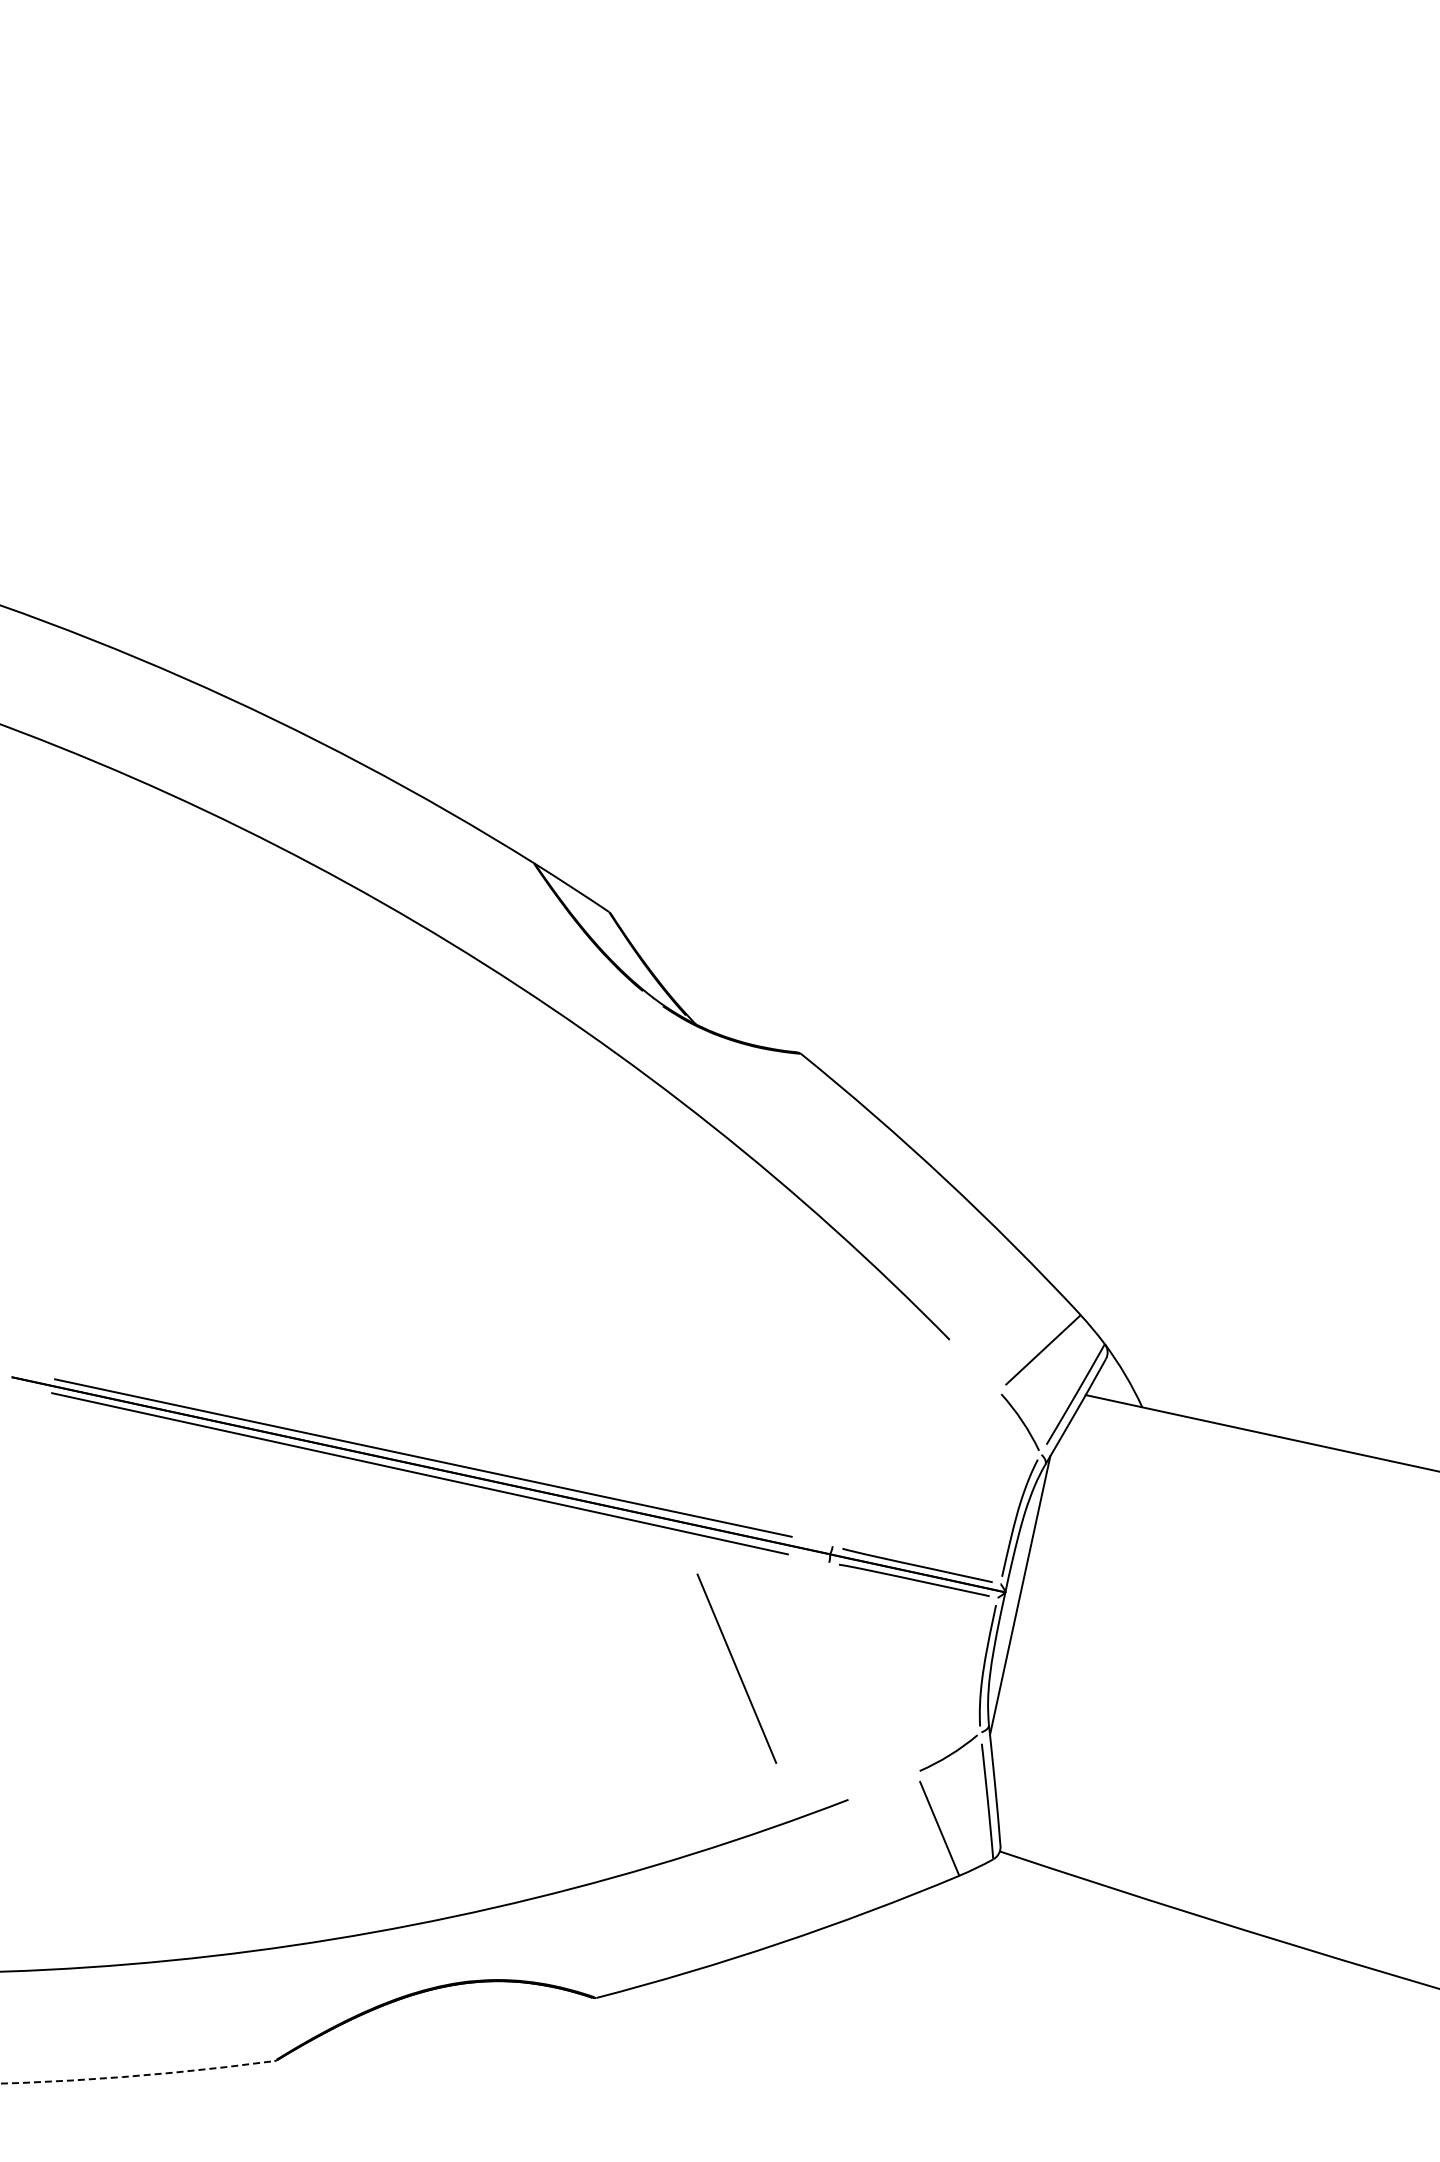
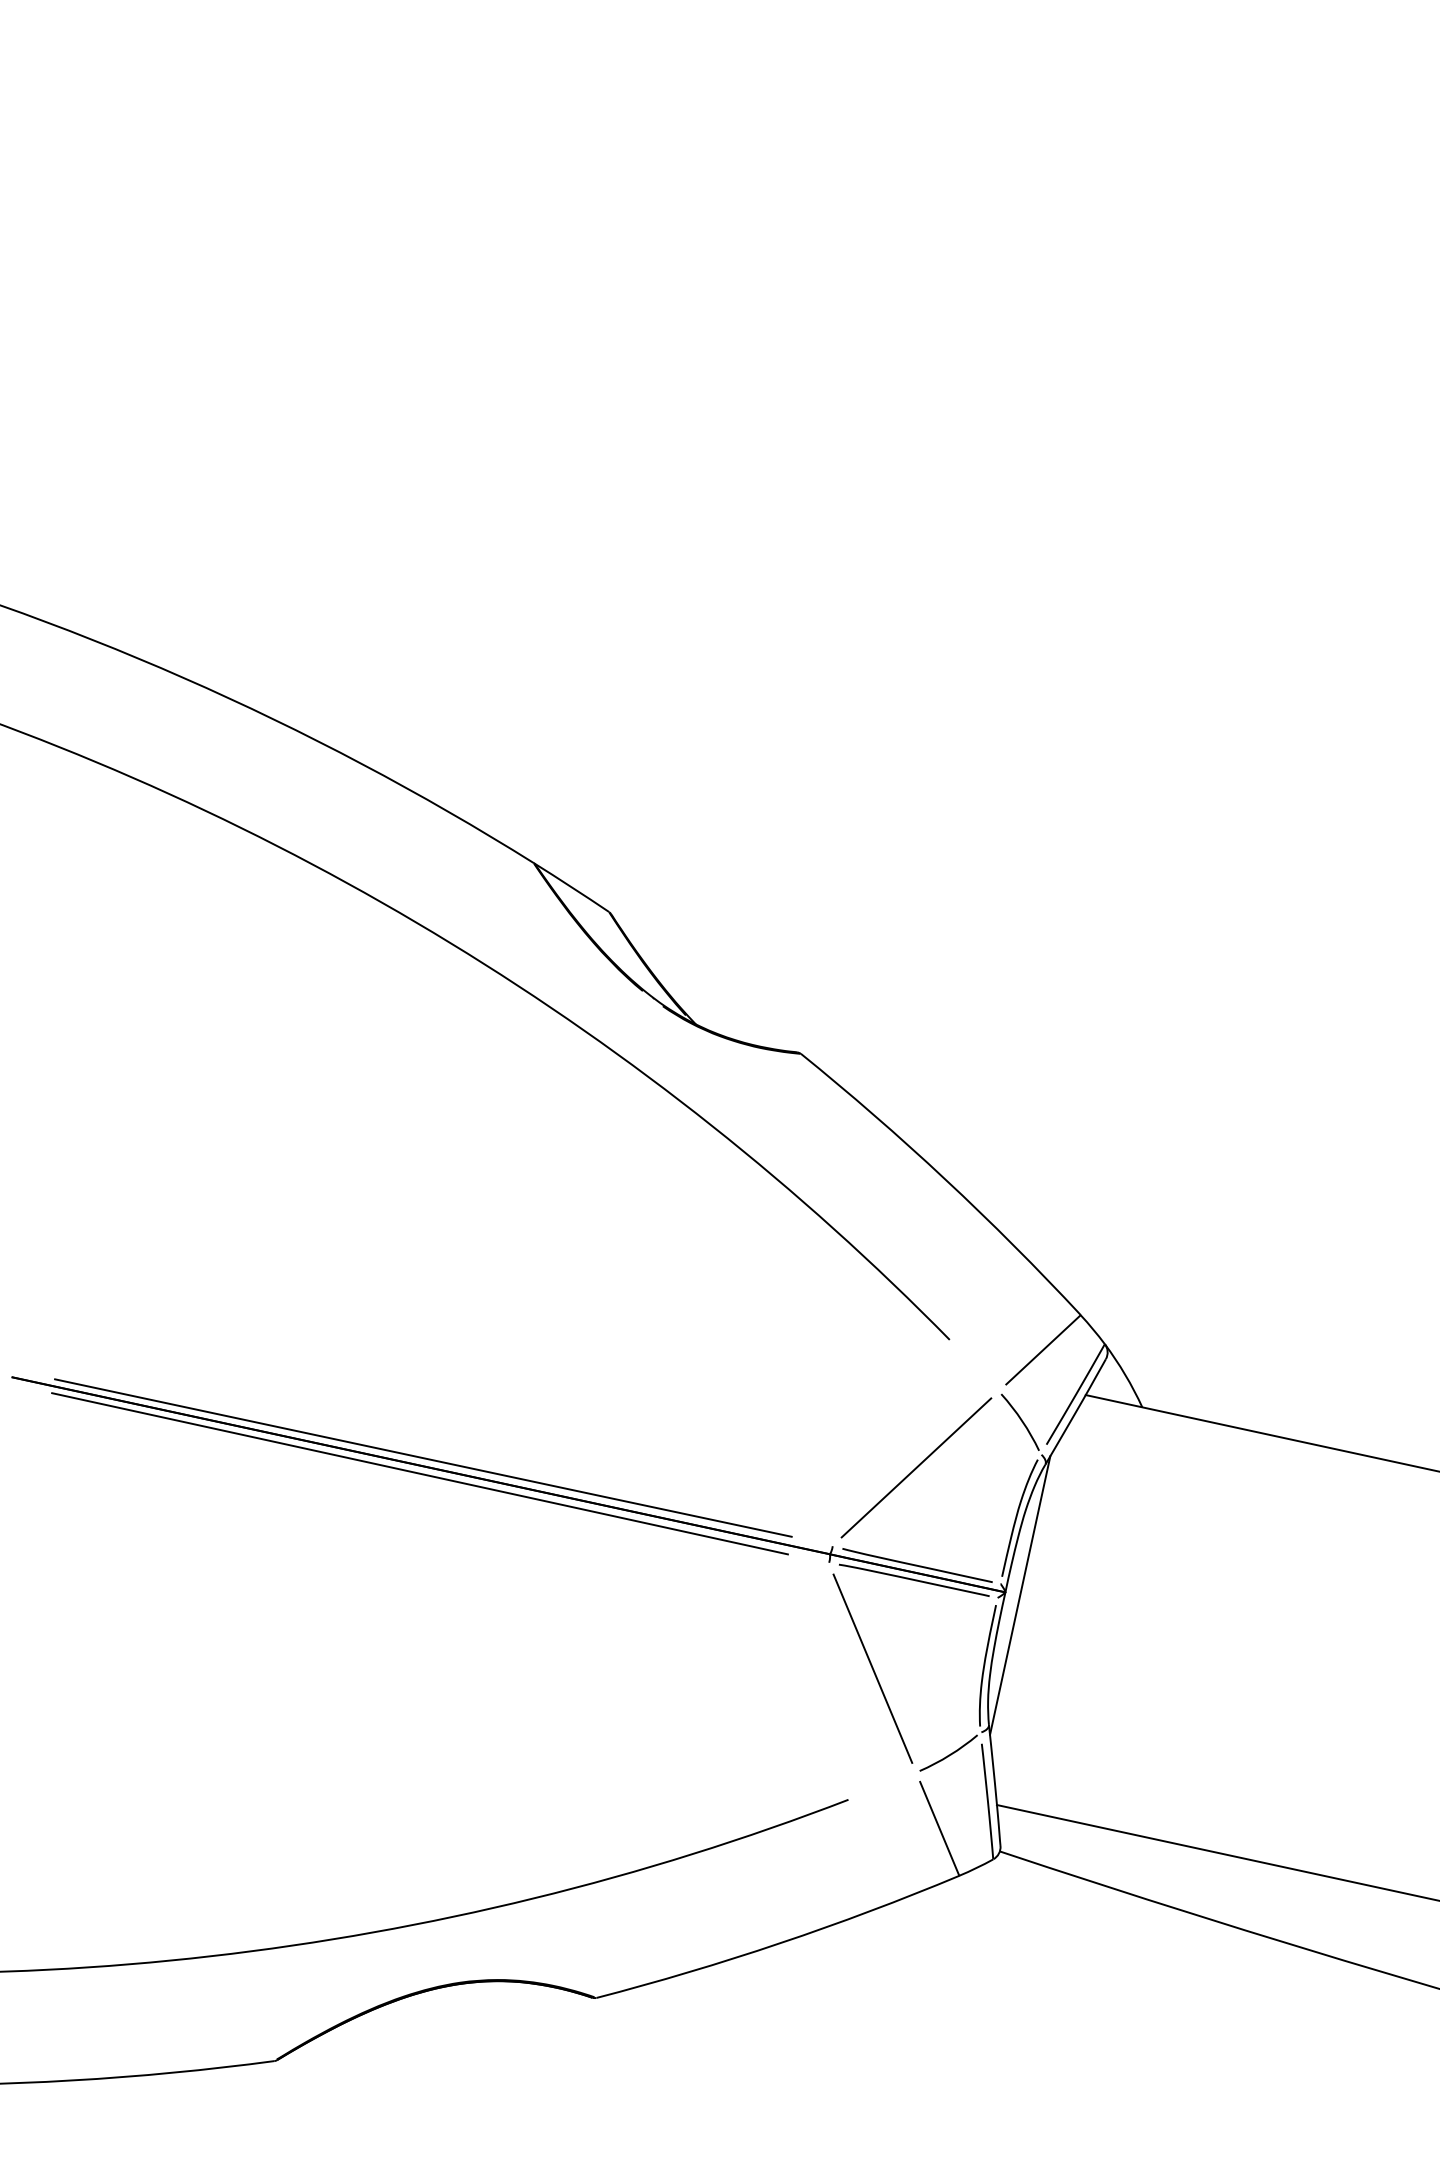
line at (916, 1467): none -> present
line at (736, 1668) position: (736, 1668) -> (872, 1668)
line at (1216, 1852): none -> present
arc at (137, 2075): dashed -> solid
